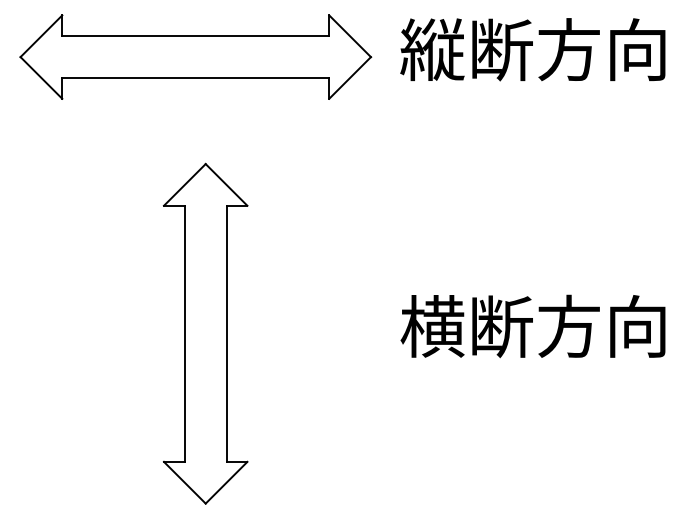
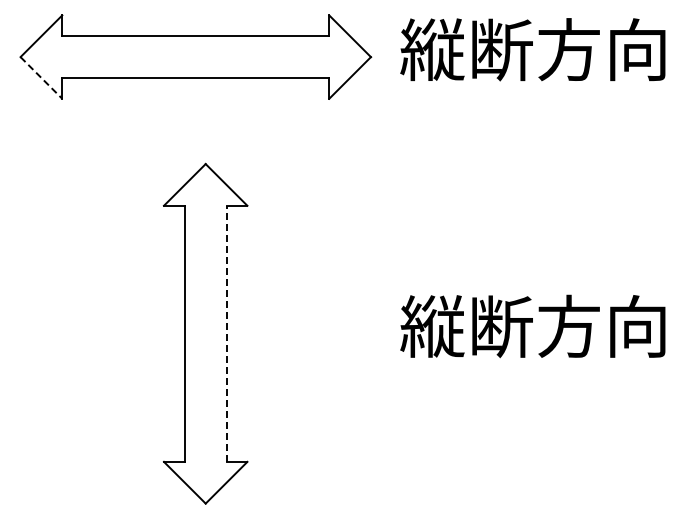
line at (41, 77): solid -> dashed
text at (432, 326): 横断方向 -> 縦断方向
line at (226, 333): solid -> dashed
